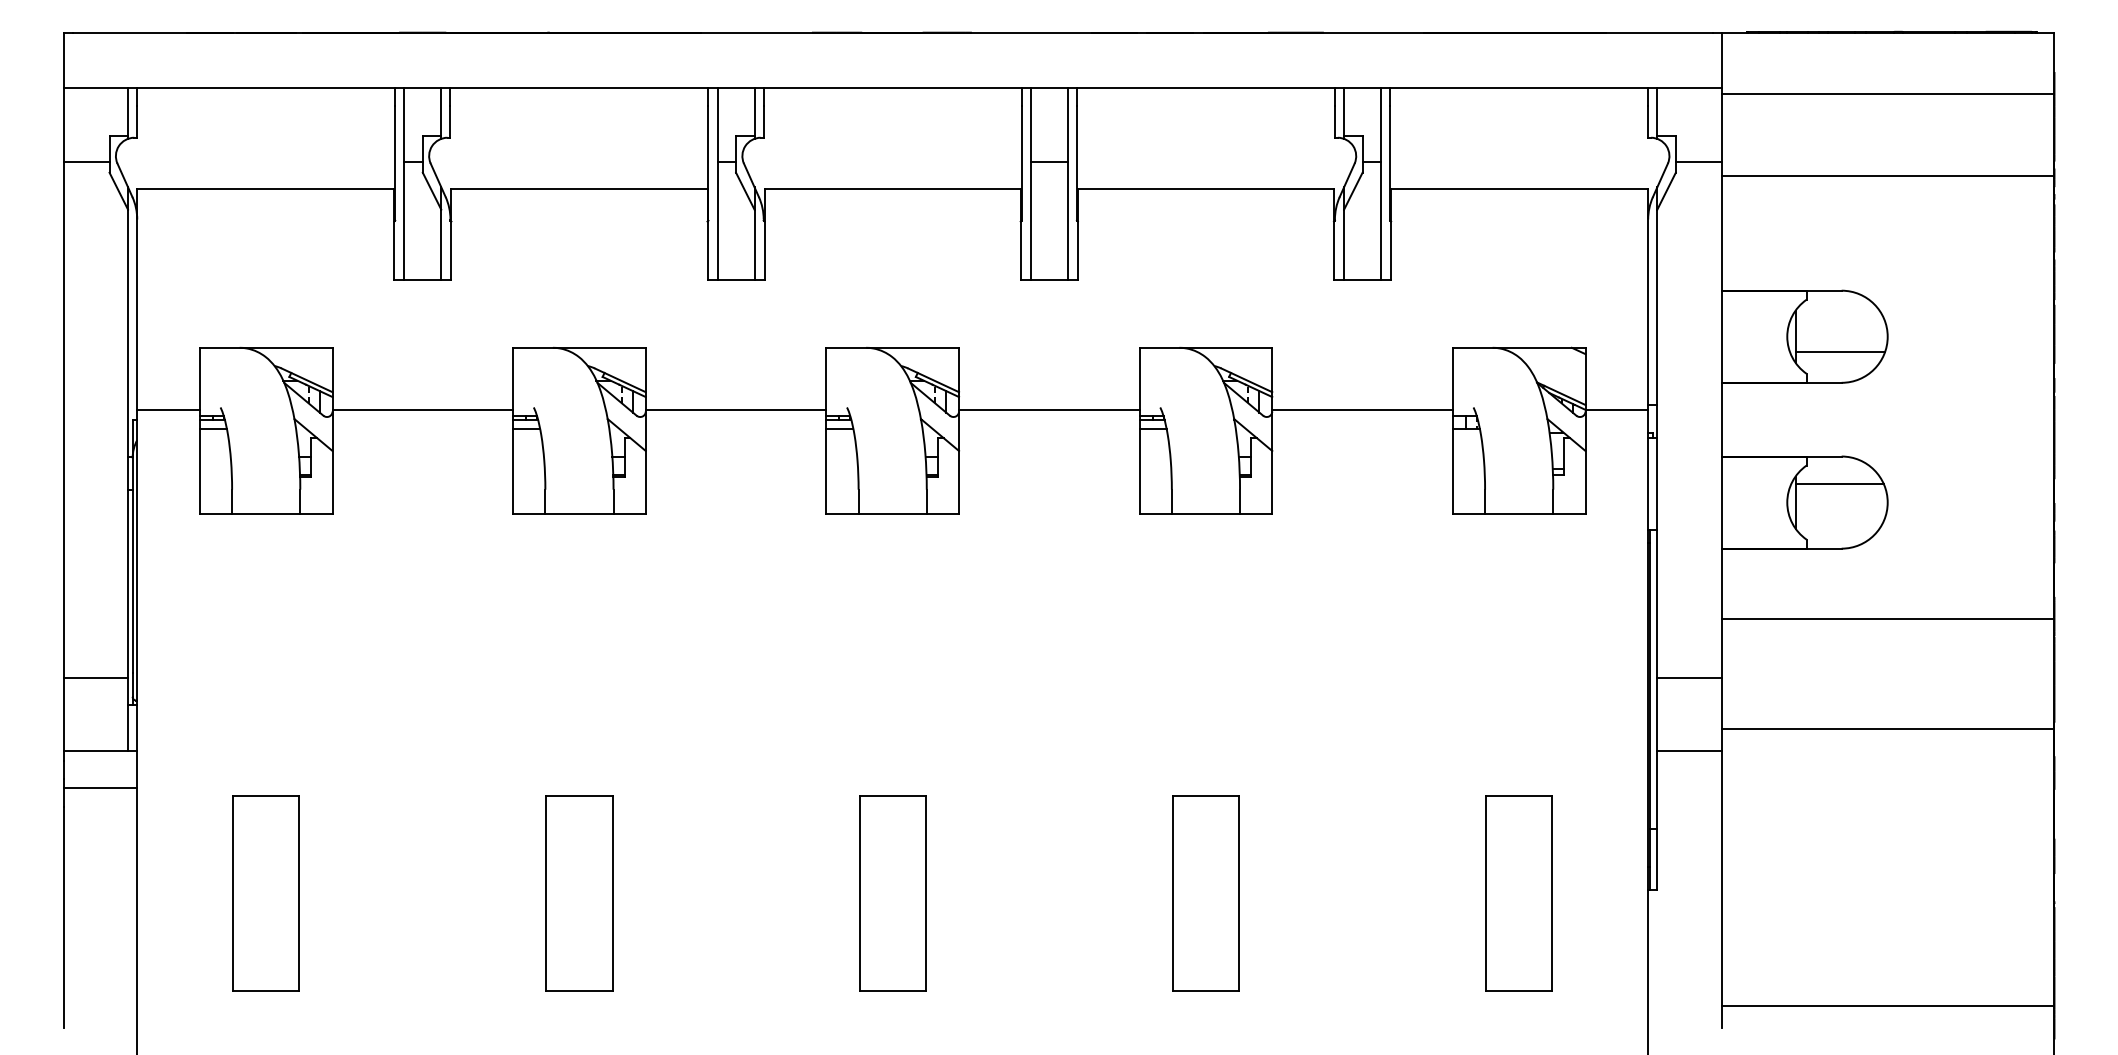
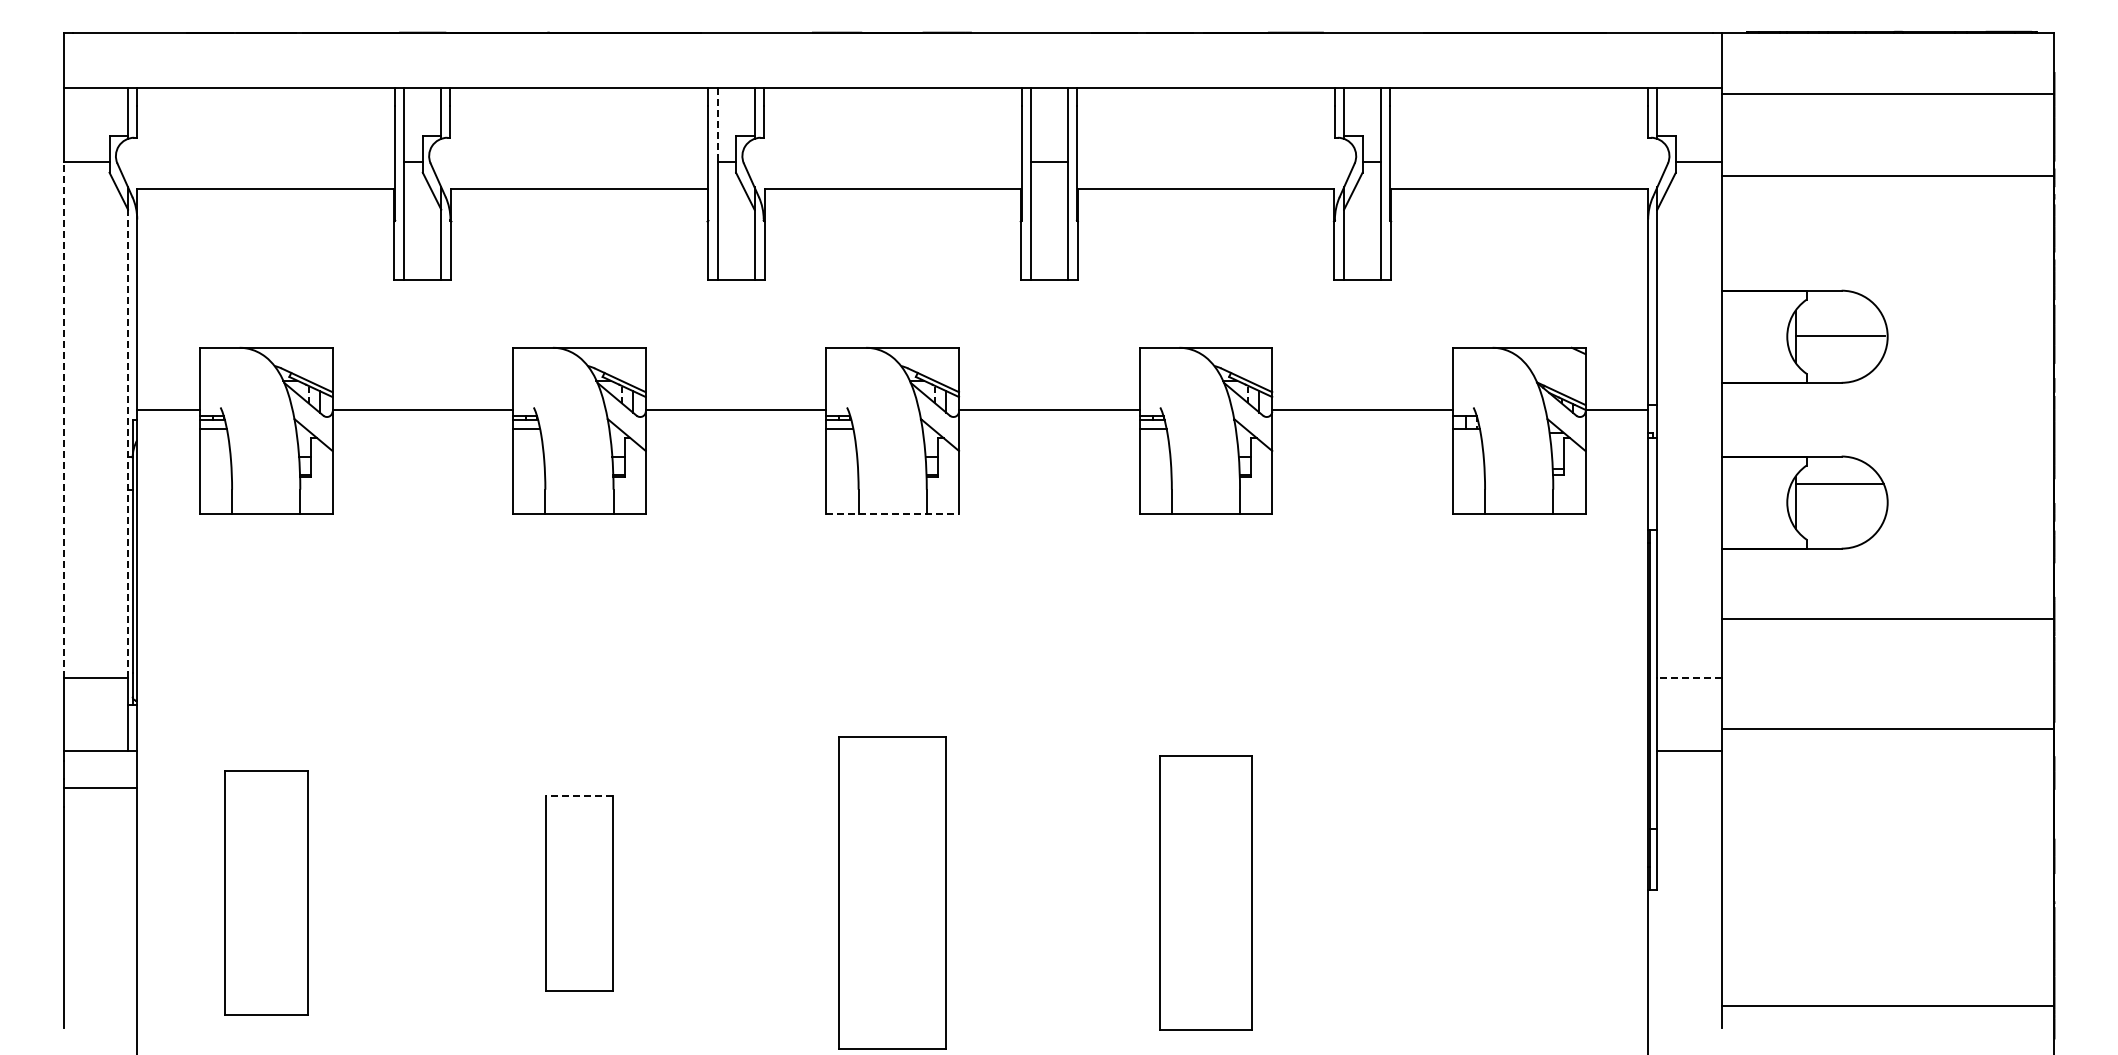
line at (717, 124): solid -> dashed
line at (1840, 351) position: (1840, 351) -> (1840, 335)
line at (63, 419): solid -> dashed
line at (128, 443): solid -> dashed
line at (893, 513): solid -> dashed
line at (1689, 677): solid -> dashed
line at (578, 795): solid -> dashed
part at (265, 893) size: 68x197 px -> 85x246 px
part at (892, 893) size: 68x197 px -> 109x314 px
part at (1205, 893) size: 68x197 px -> 94x276 px
part at (1518, 893): present -> none
